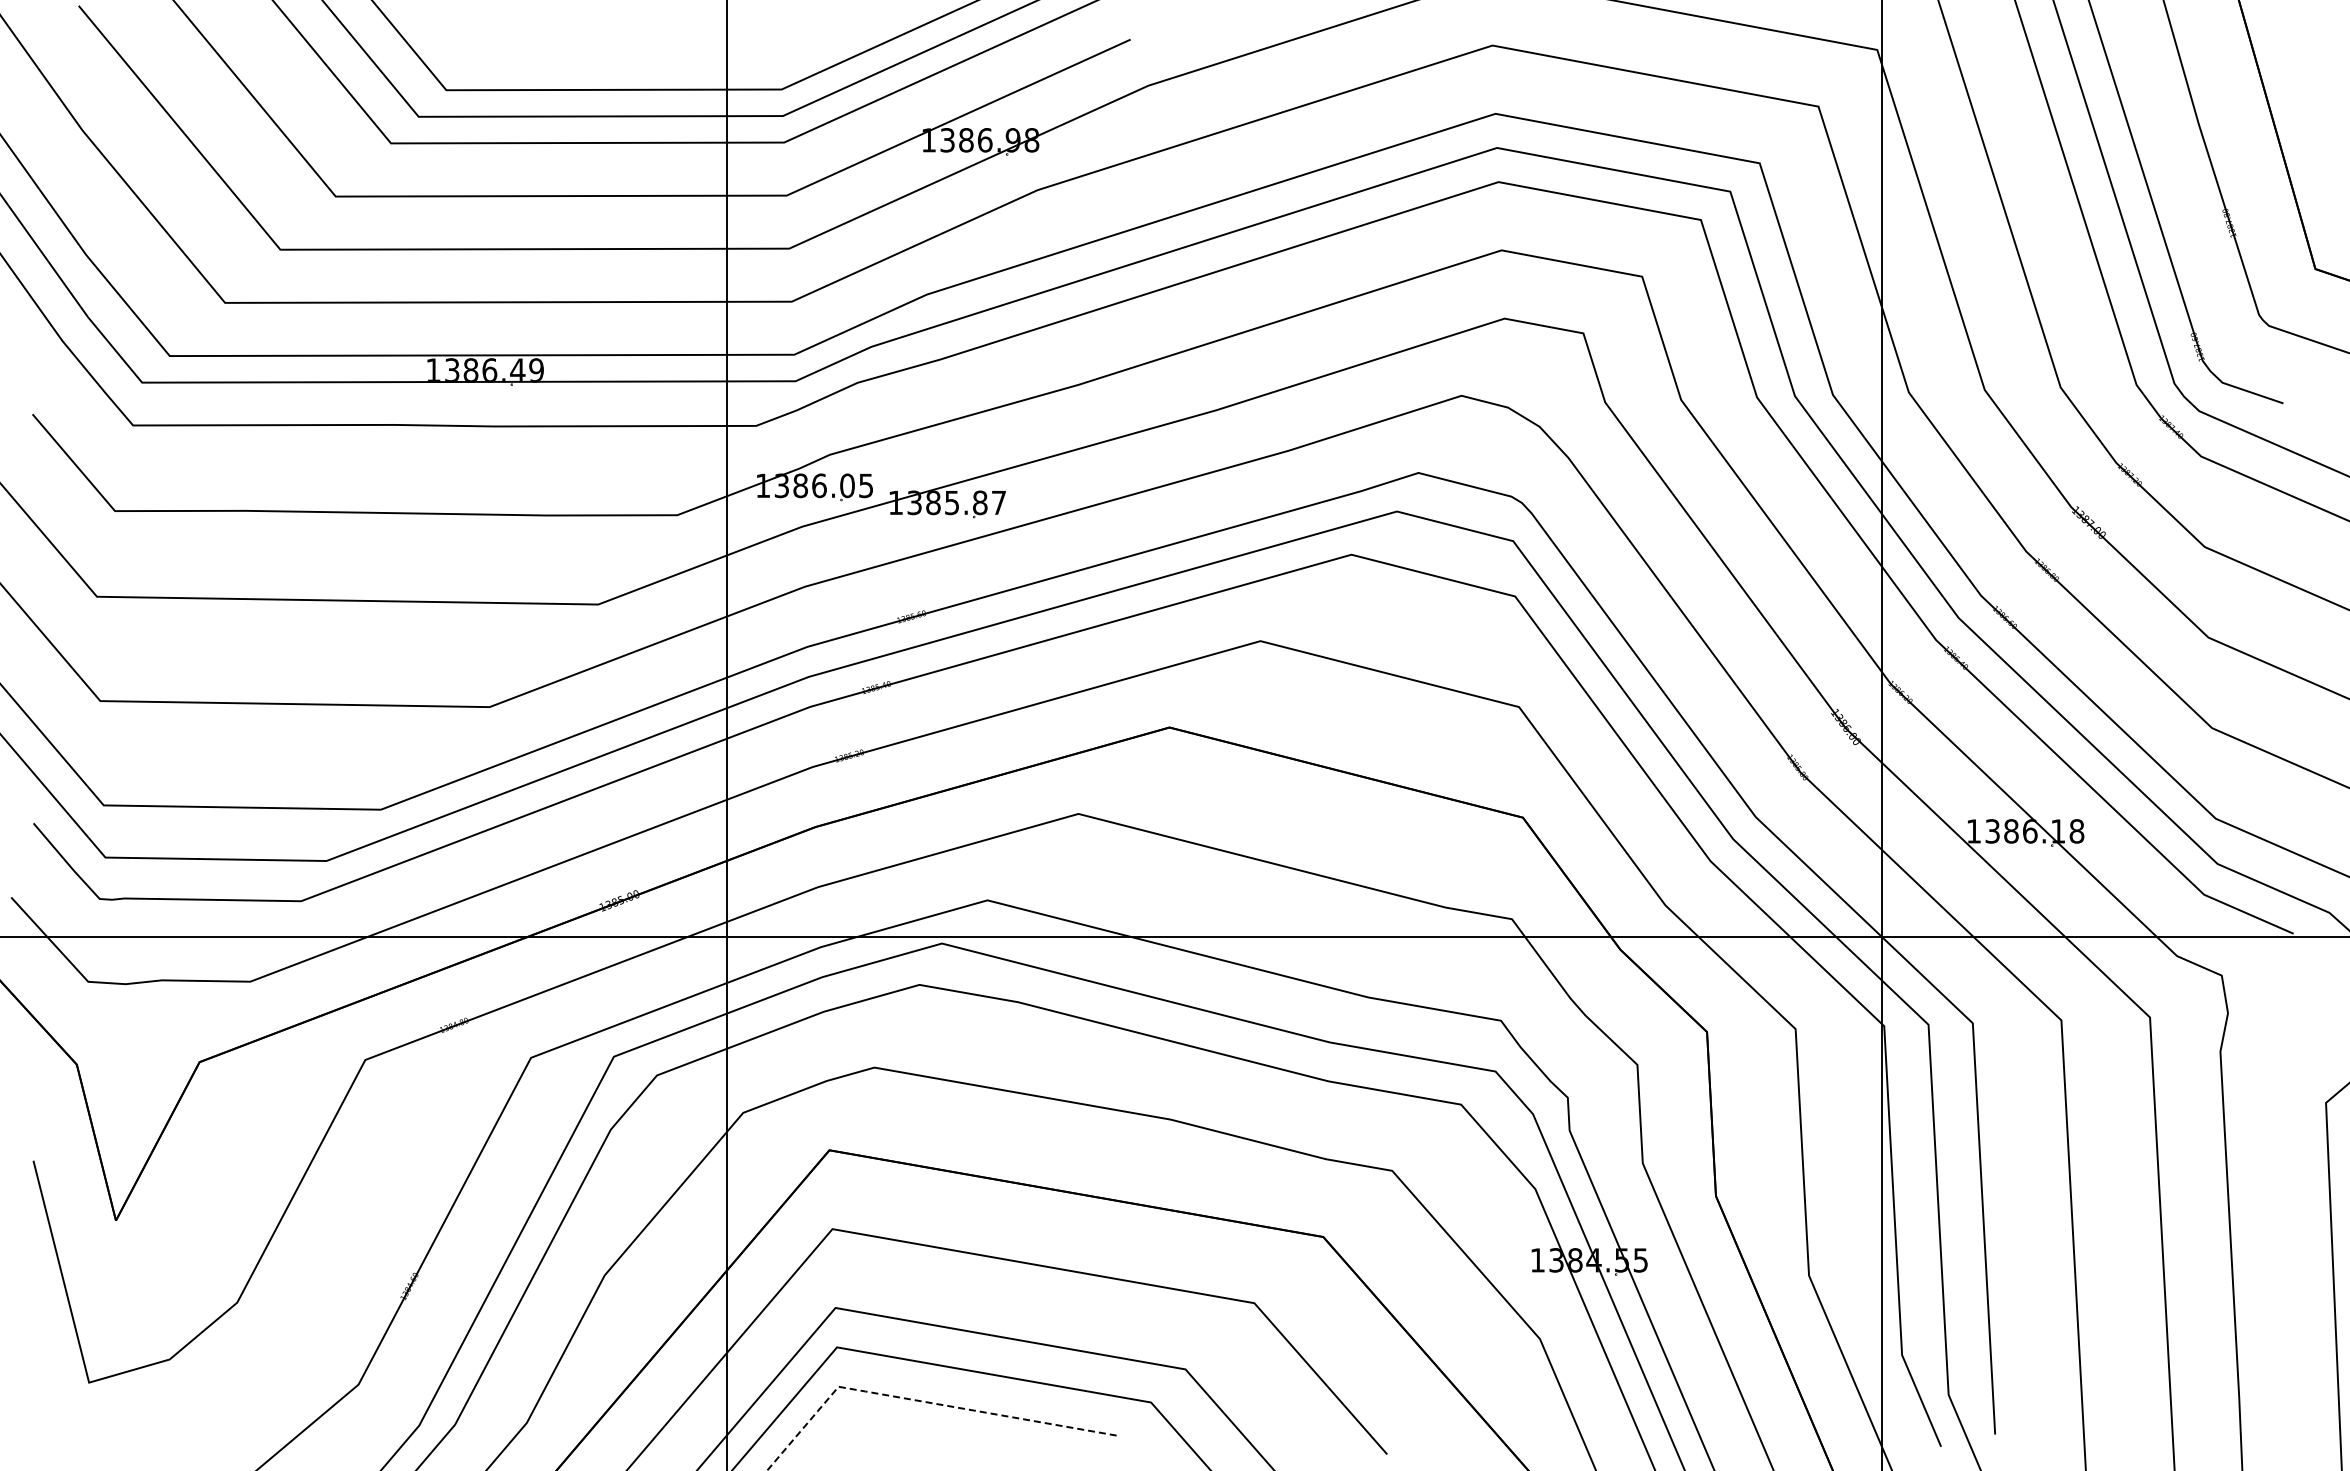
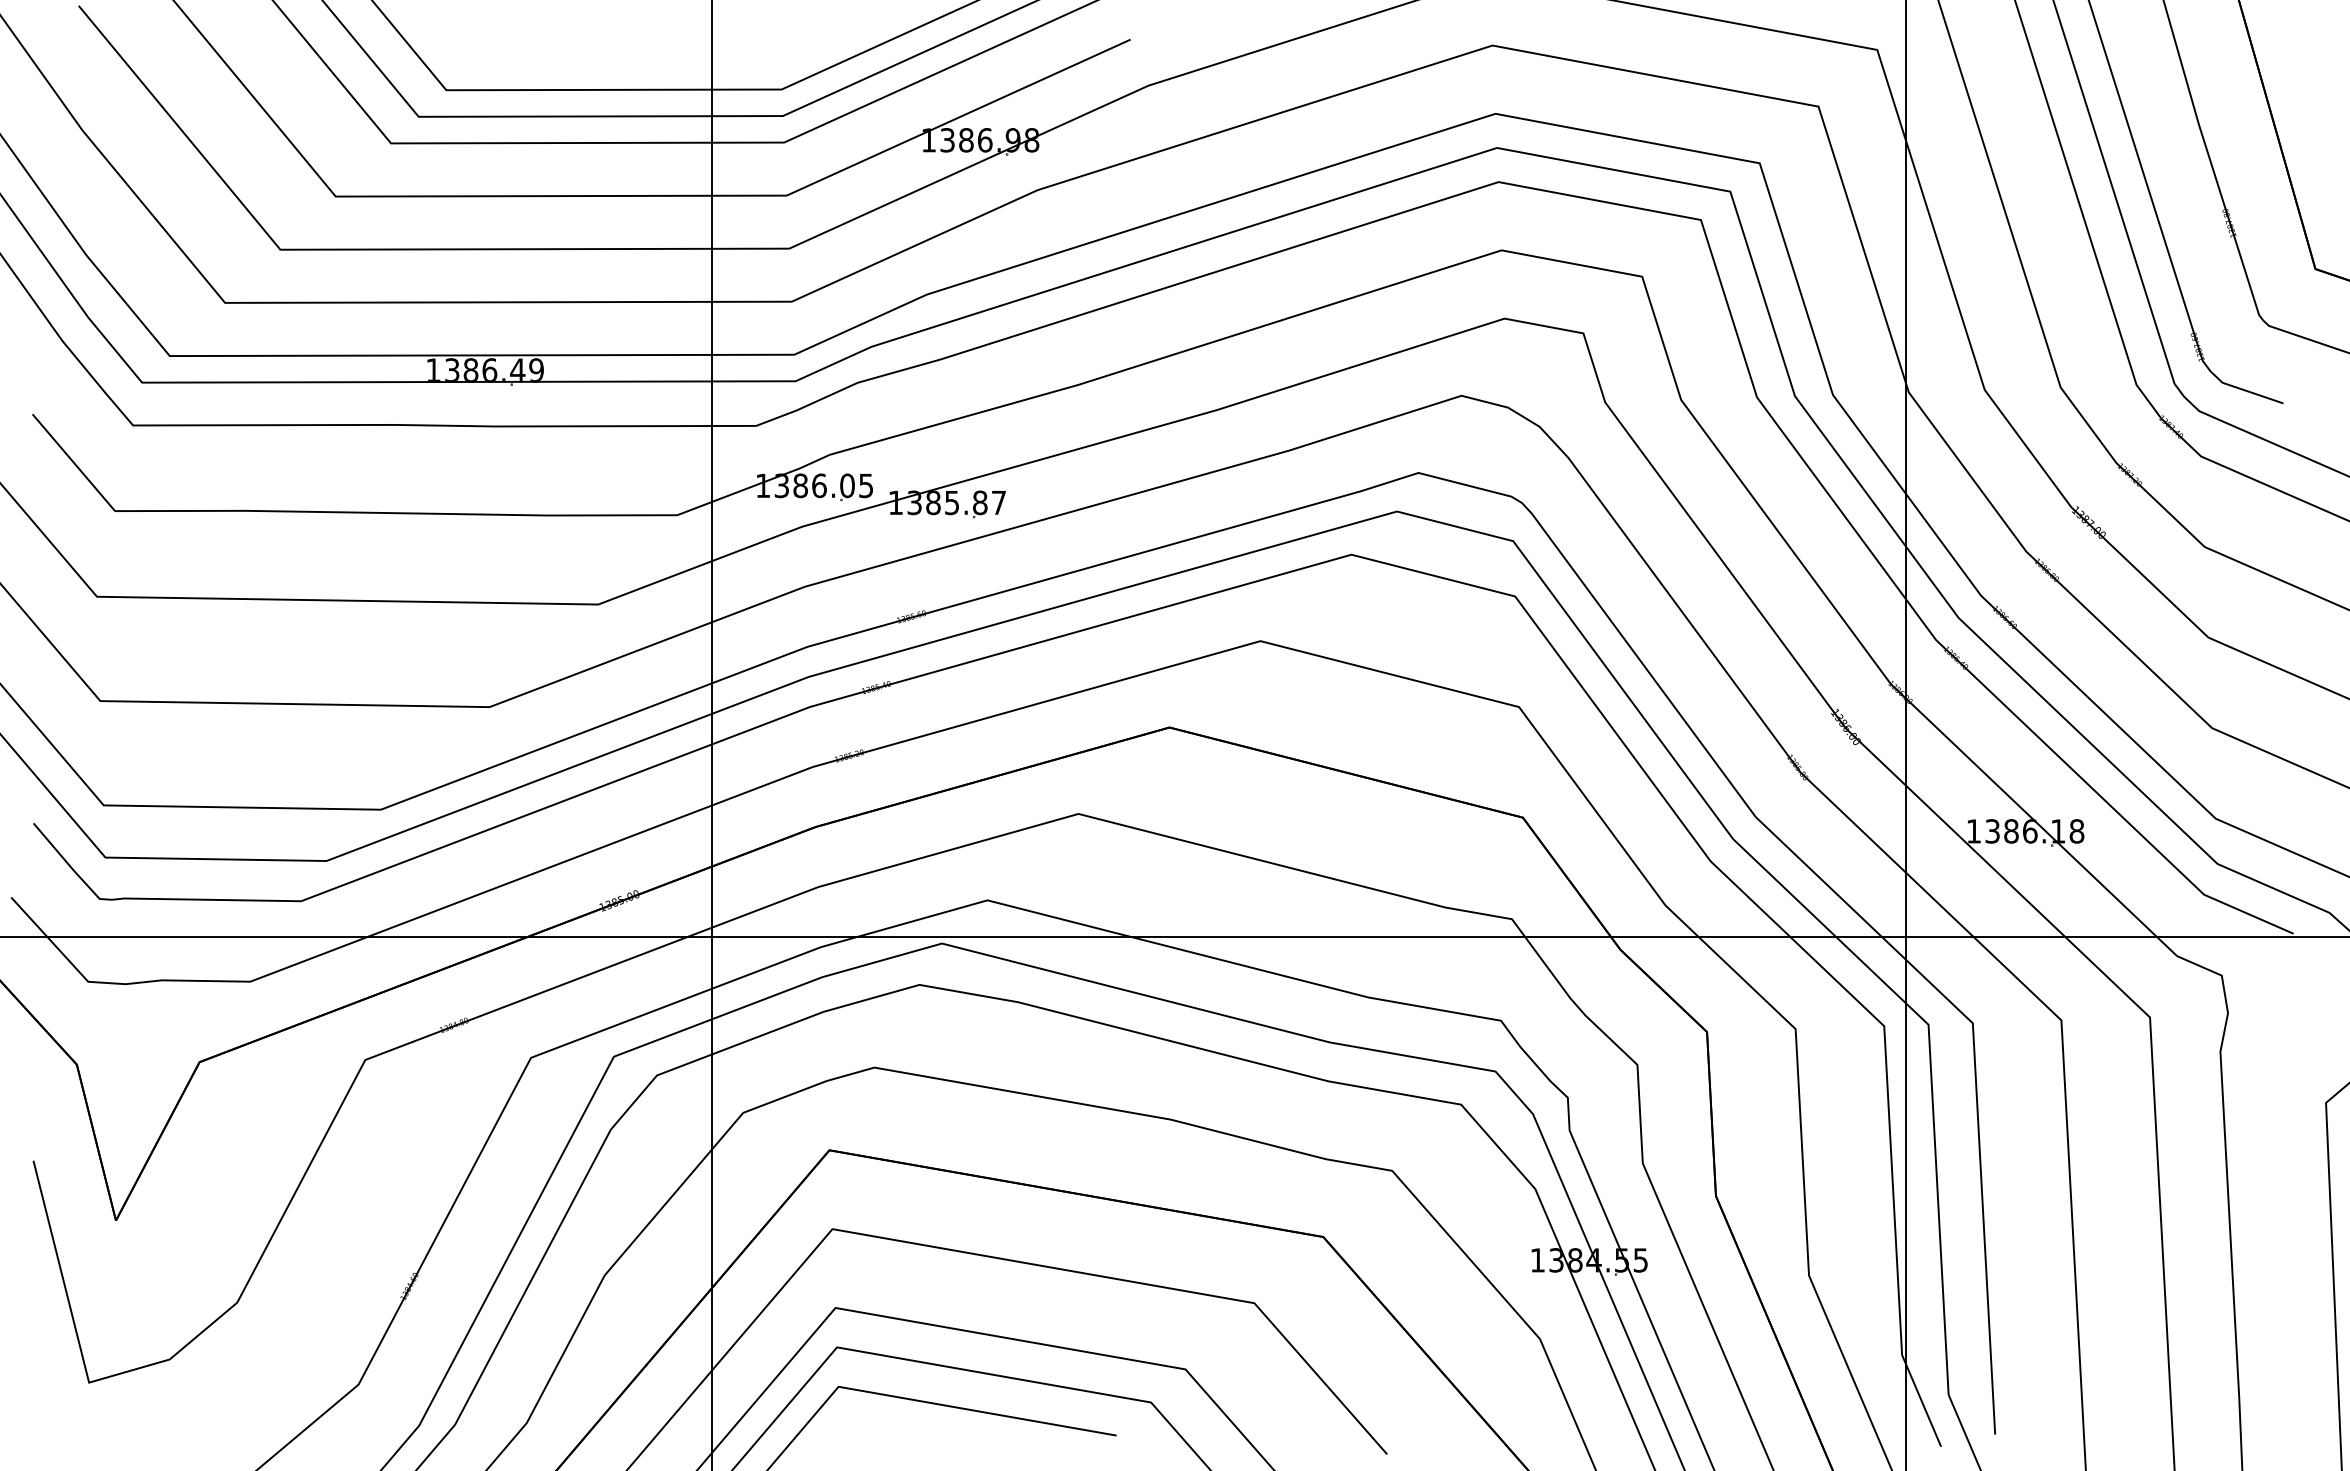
line at (727, 734) position: (727, 734) -> (712, 734)
line at (1881, 734) position: (1881, 734) -> (1905, 734)
line at (922, 1401): dashed -> solid
